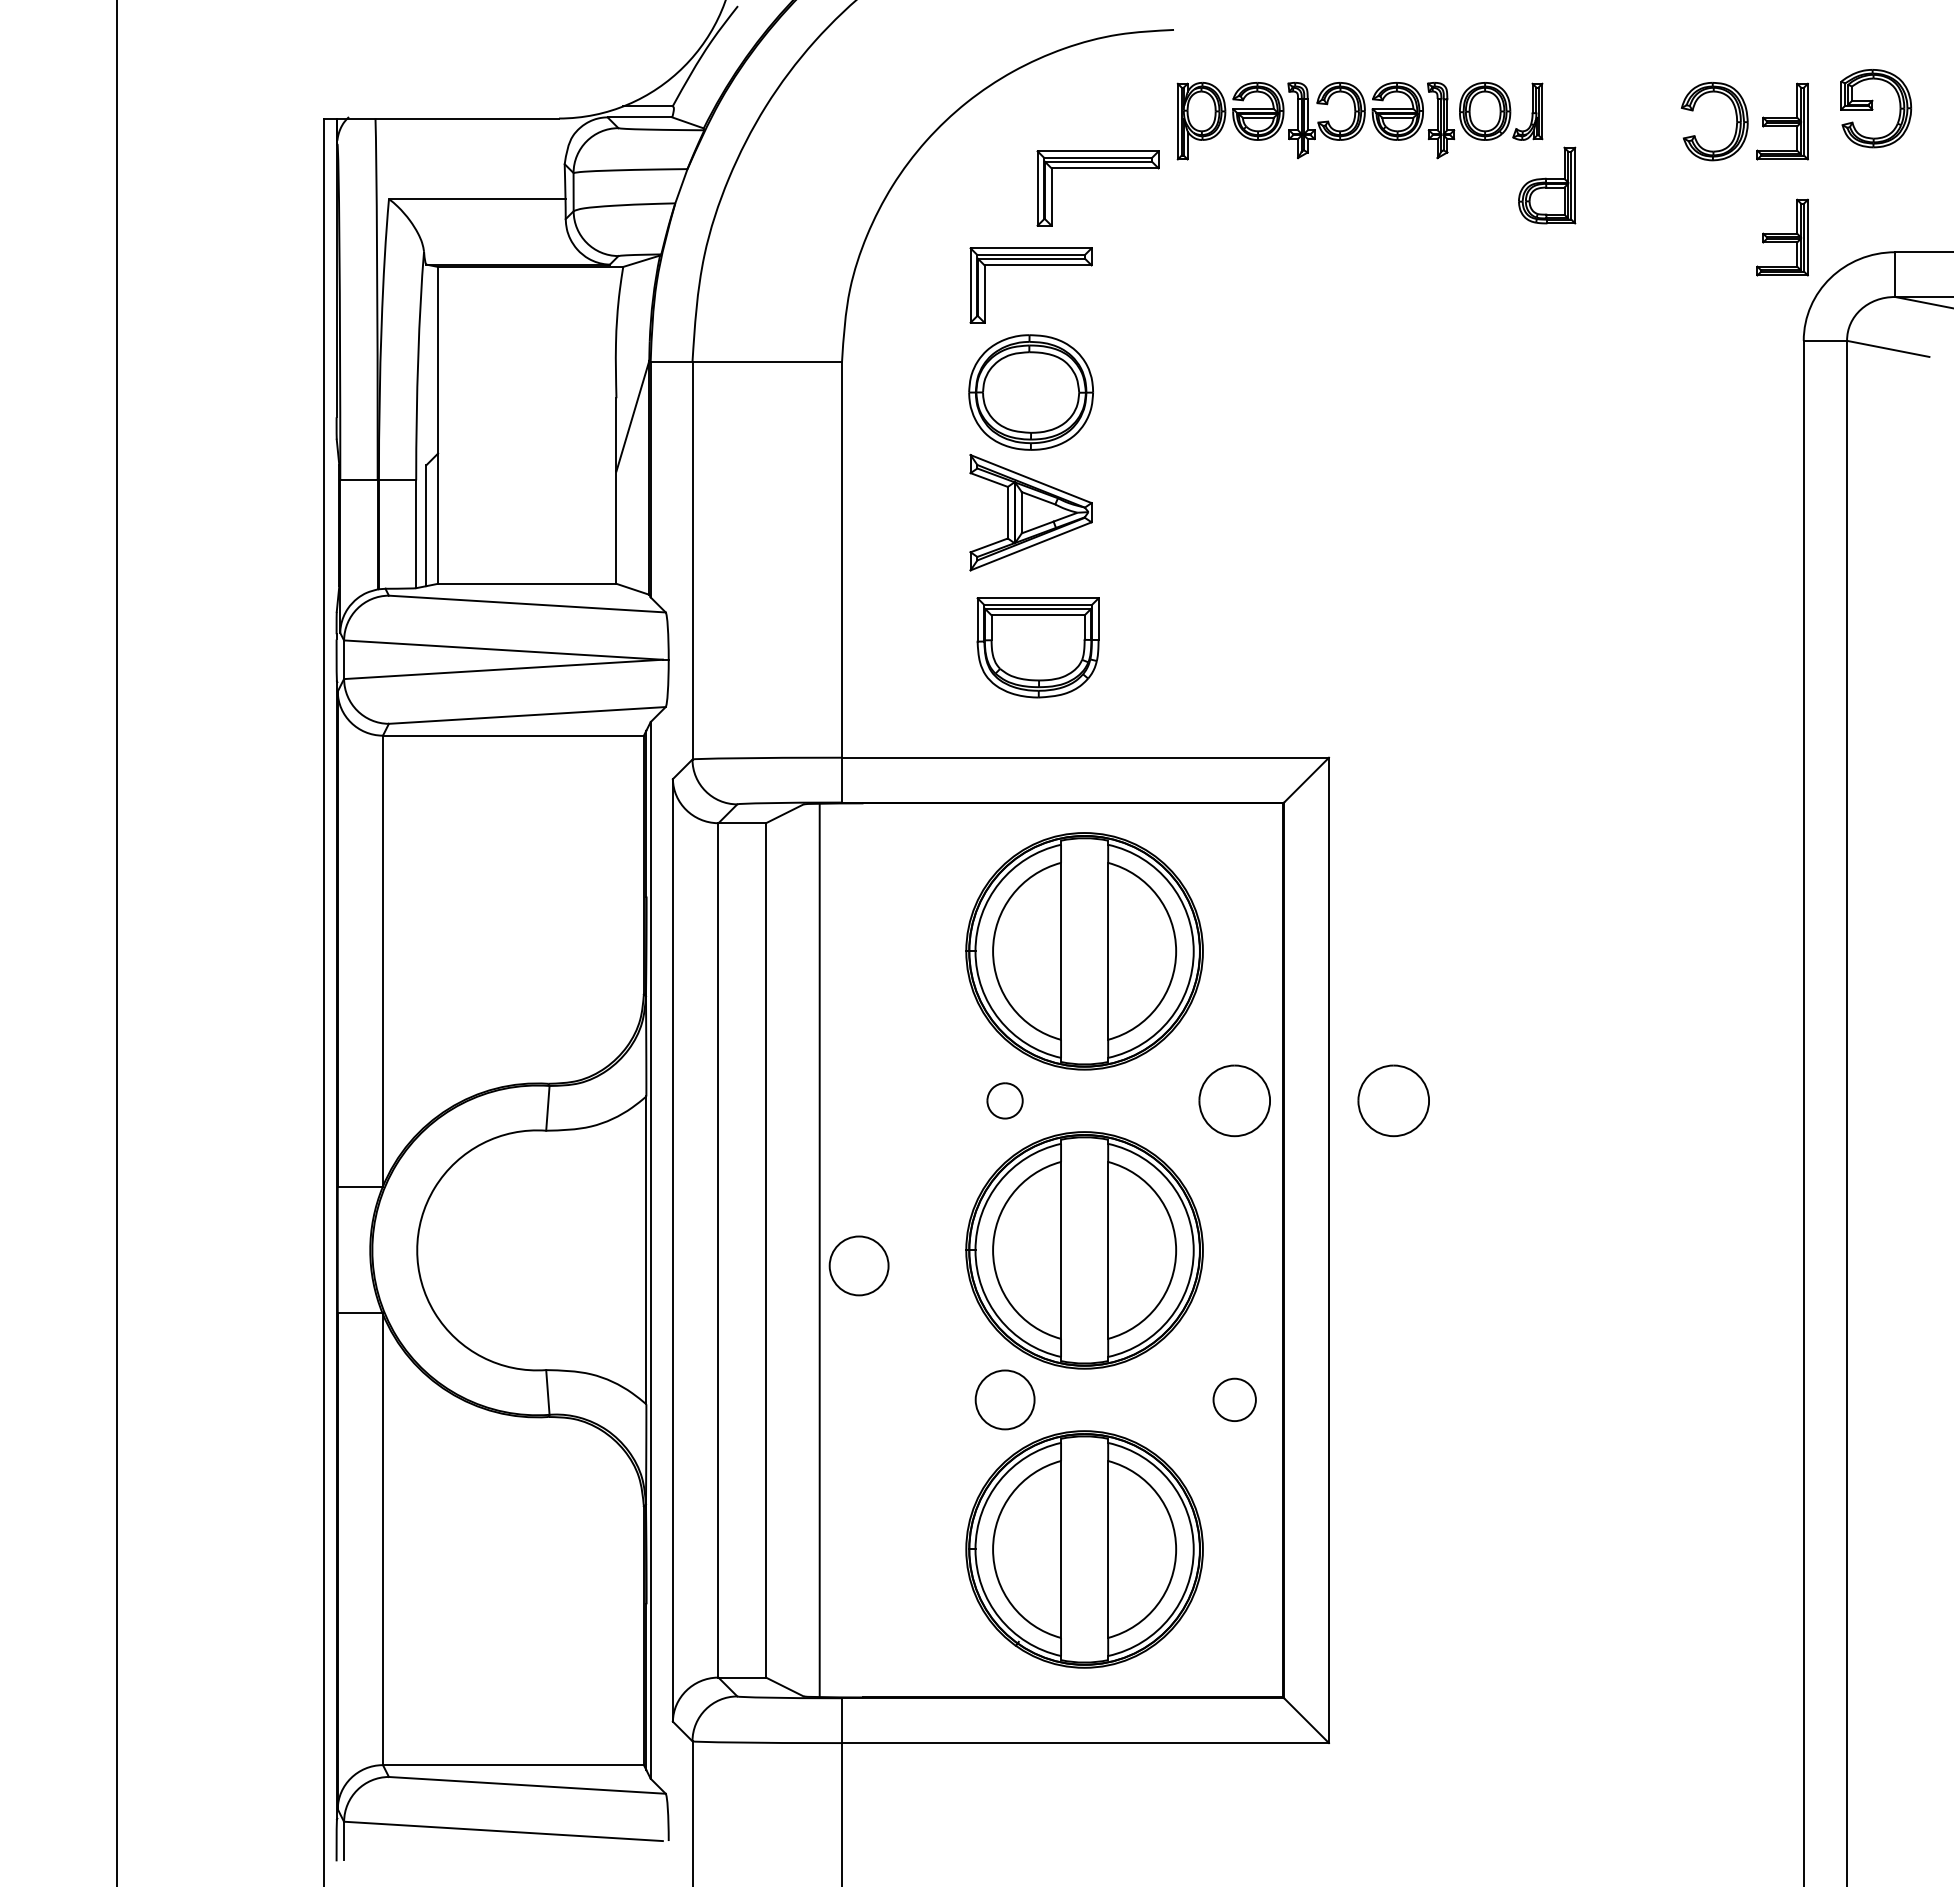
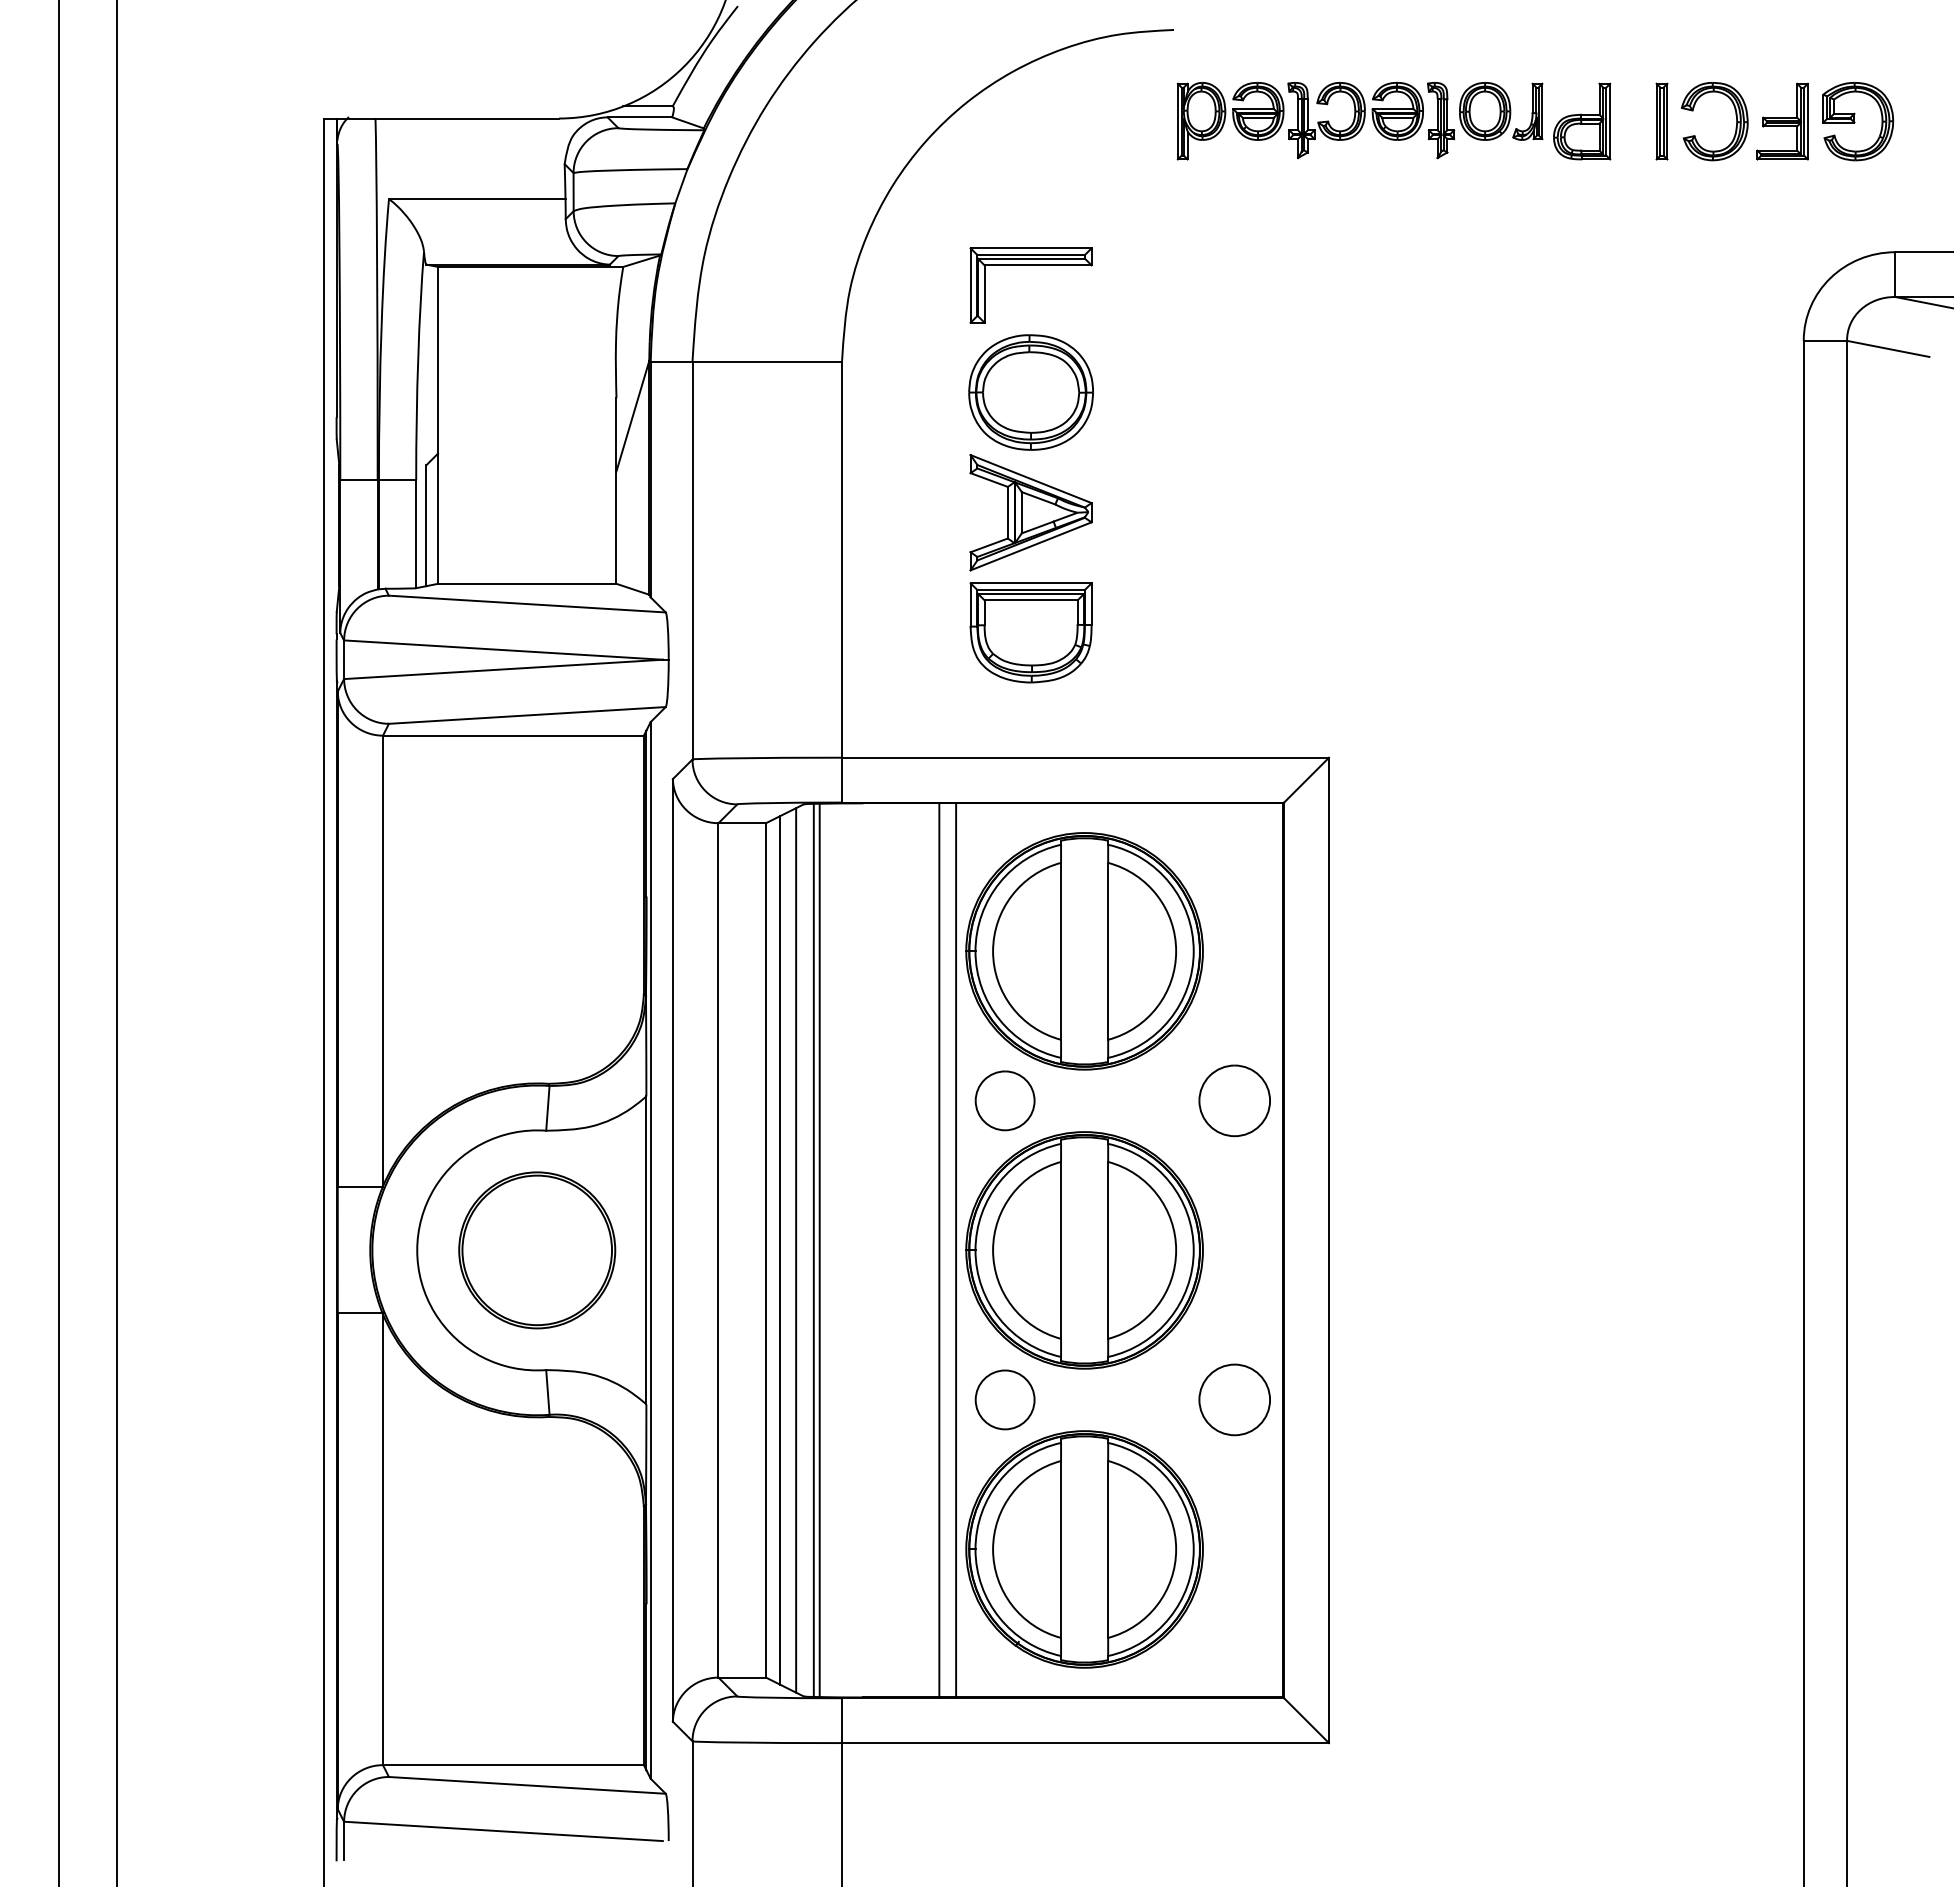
part at (1876, 108) position: (1876, 108) -> (1858, 121)
part at (1661, 121): none -> present
part at (1097, 168): present -> none
part at (1547, 185) position: (1547, 185) -> (1582, 121)
part at (1782, 237): present -> none
part at (1037, 647) position: (1037, 647) -> (1030, 632)
line at (58, 942): none -> present
part at (1004, 1100) size: 38x38 px -> 62x62 px
part at (1393, 1100): present -> none
line at (813, 1249): none -> present
part at (537, 1250): none -> present
line at (780, 1250): none -> present
line at (796, 1250): none -> present
line at (939, 1250): none -> present
line at (956, 1250): none -> present
circle at (858, 1265): present -> none
circle at (1234, 1399) diameter: 42 px -> 71 px
